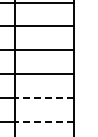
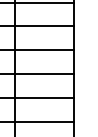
line at (44, 97): dashed -> solid
line at (44, 121): dashed -> solid
